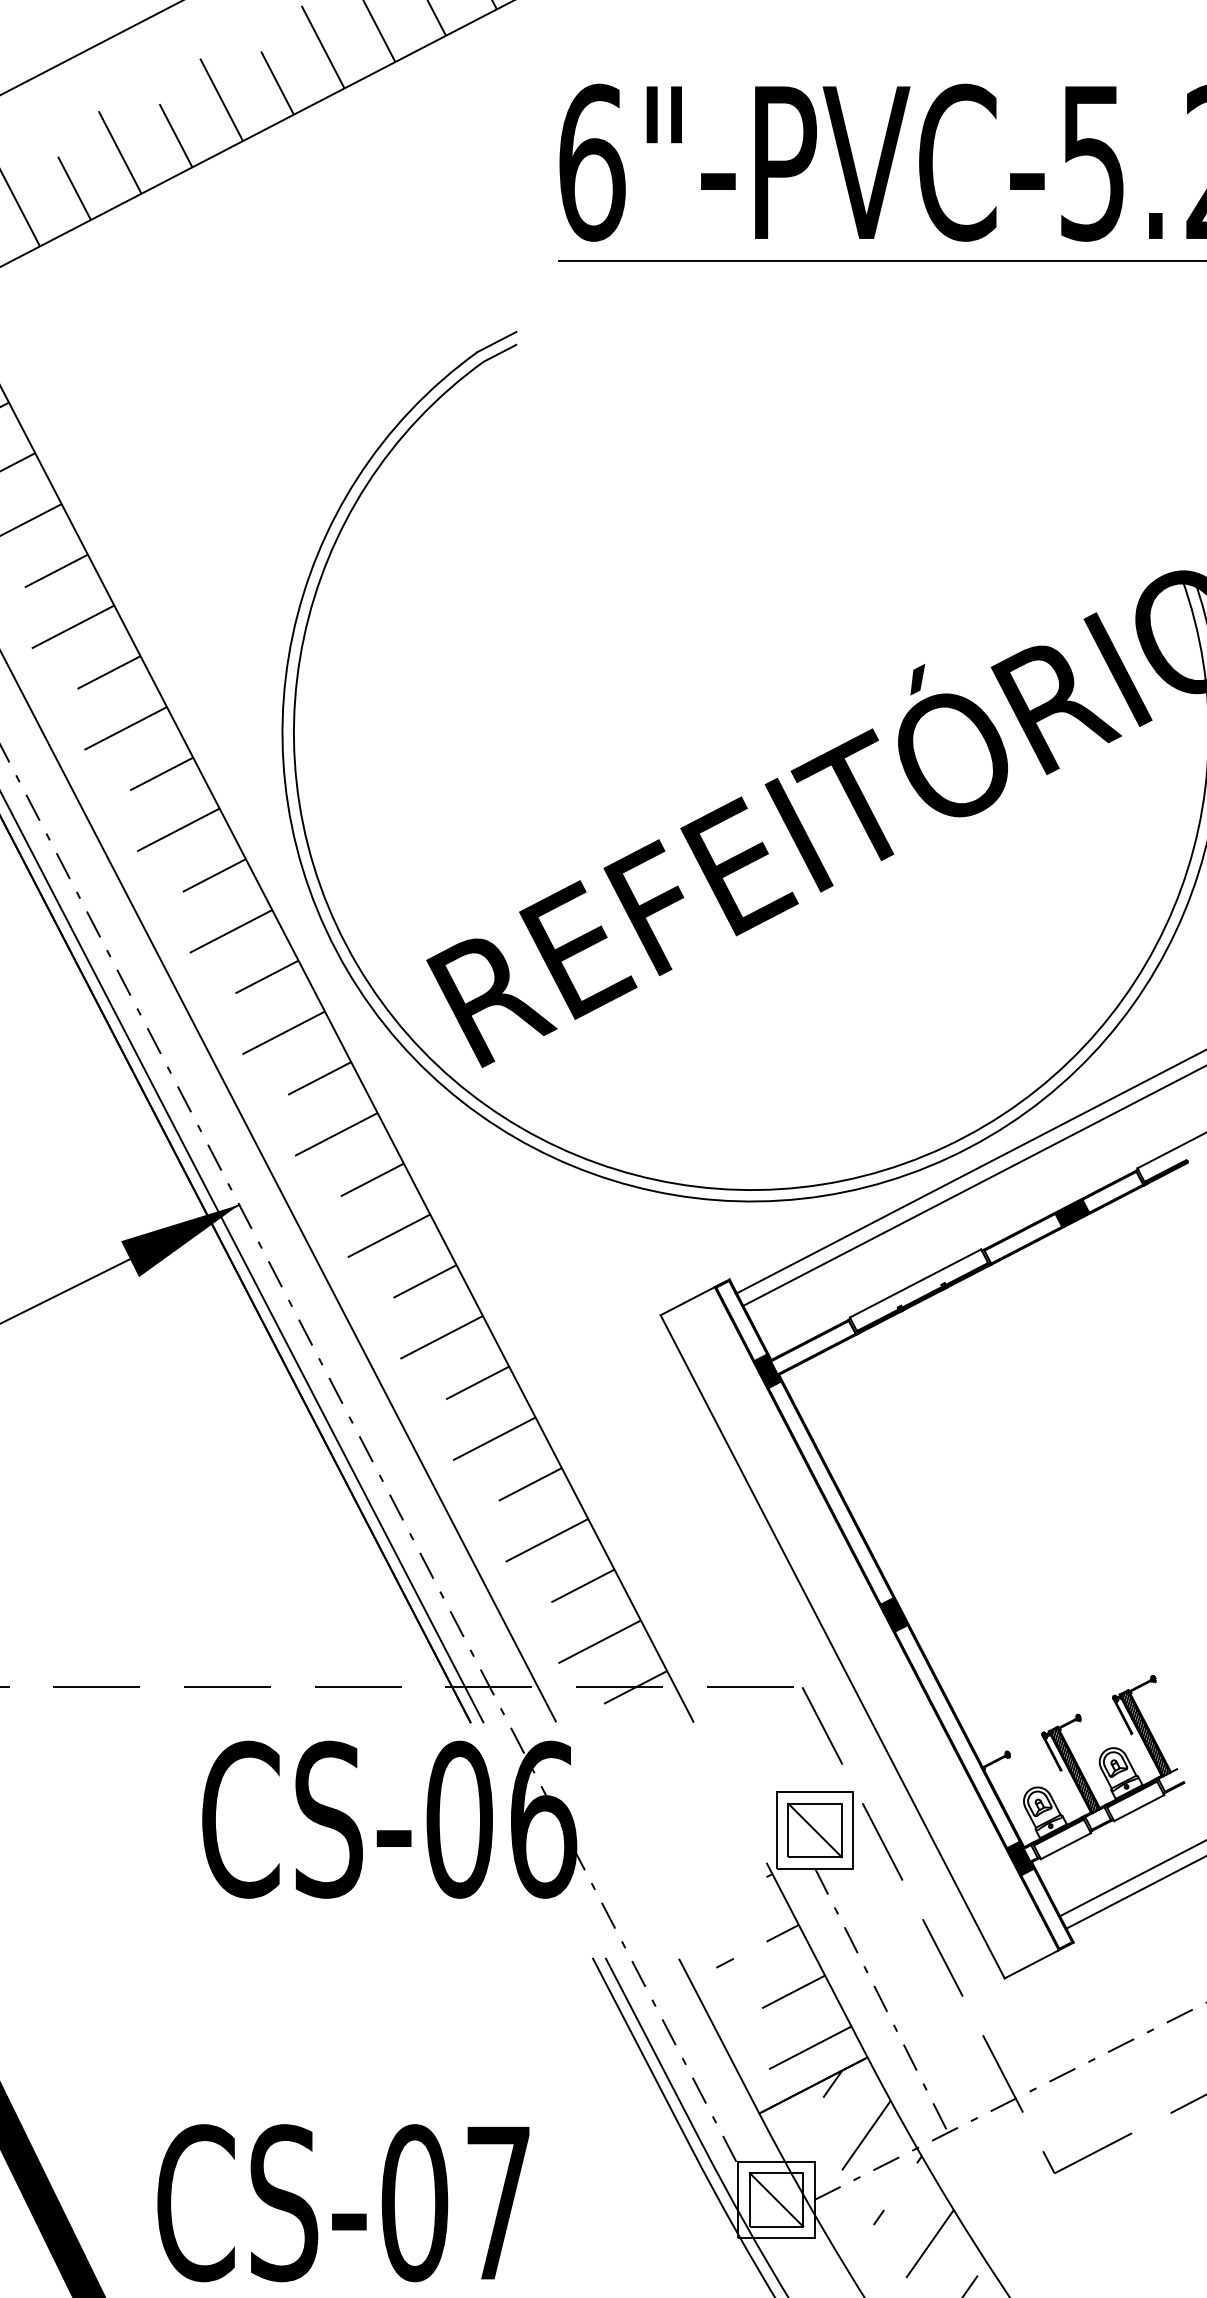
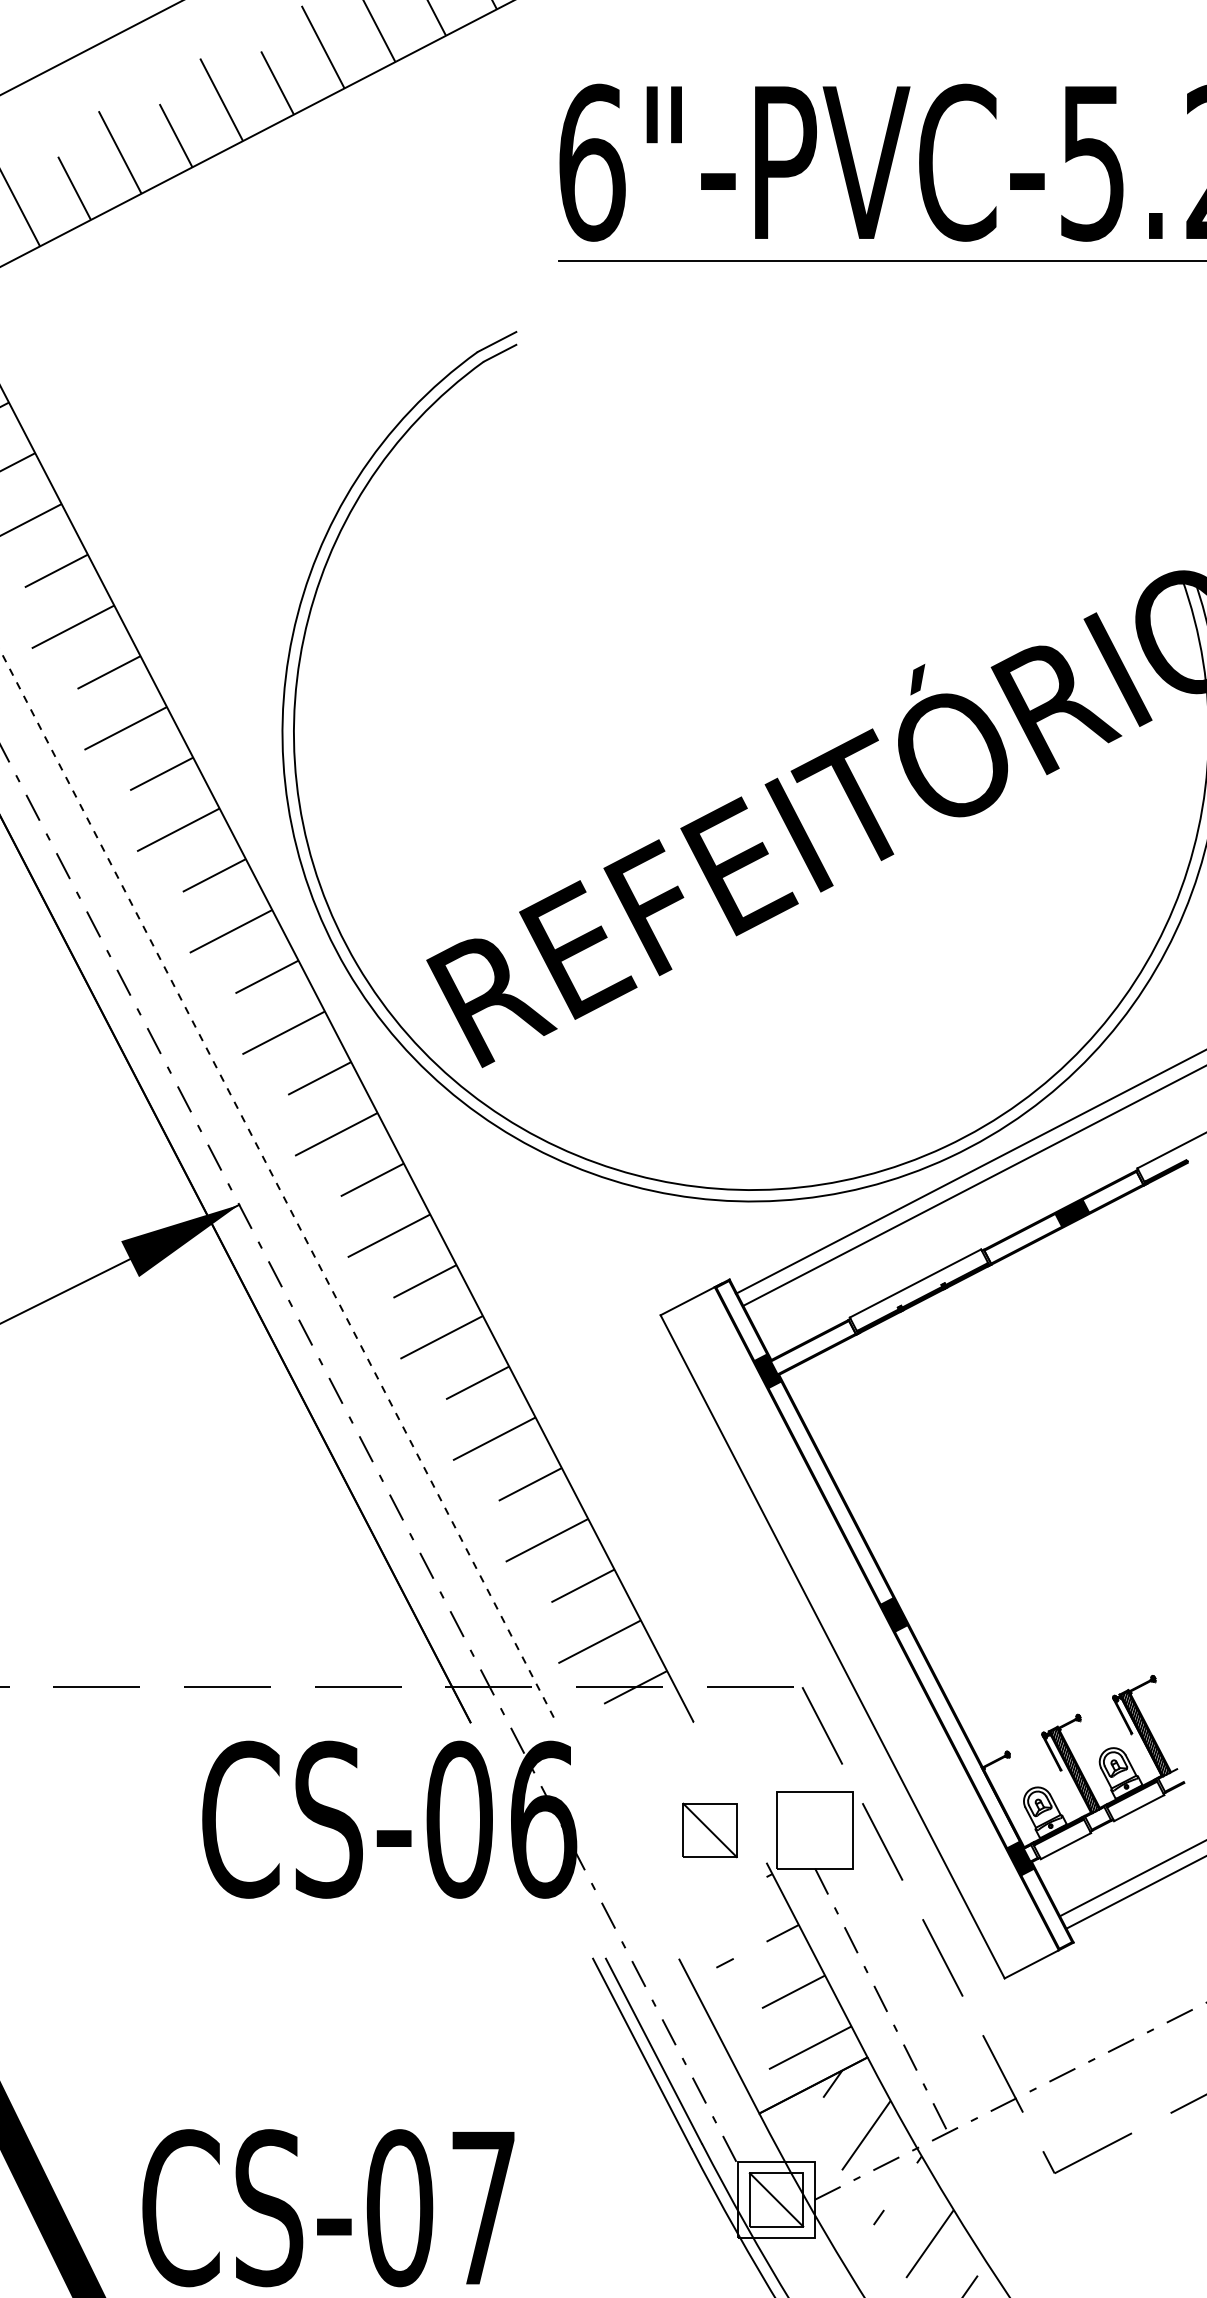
line at (278, 1186): solid -> dashed
line at (242, 1258): present -> none
part at (814, 1830) position: (814, 1830) -> (709, 1830)
text at (343, 2203) position: (343, 2203) -> (328, 2208)
